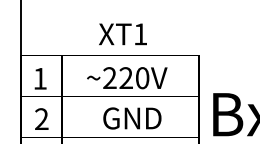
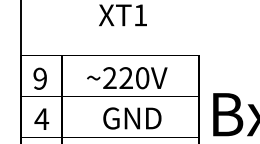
text at (122, 34) position: (122, 34) -> (122, 15)
text at (39, 78): 1 -> 9
text at (41, 118): 2 -> 4
